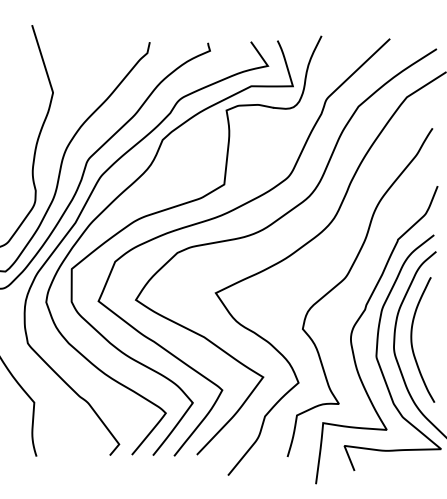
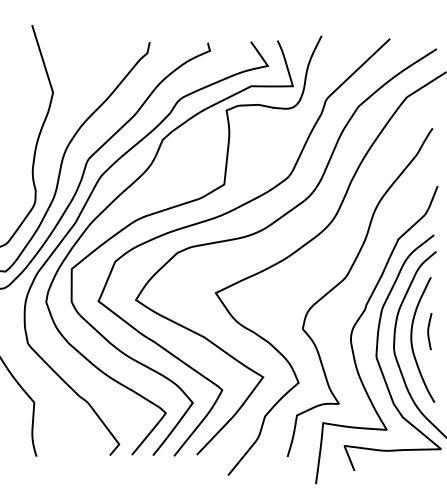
curve at (429, 331): none -> present
